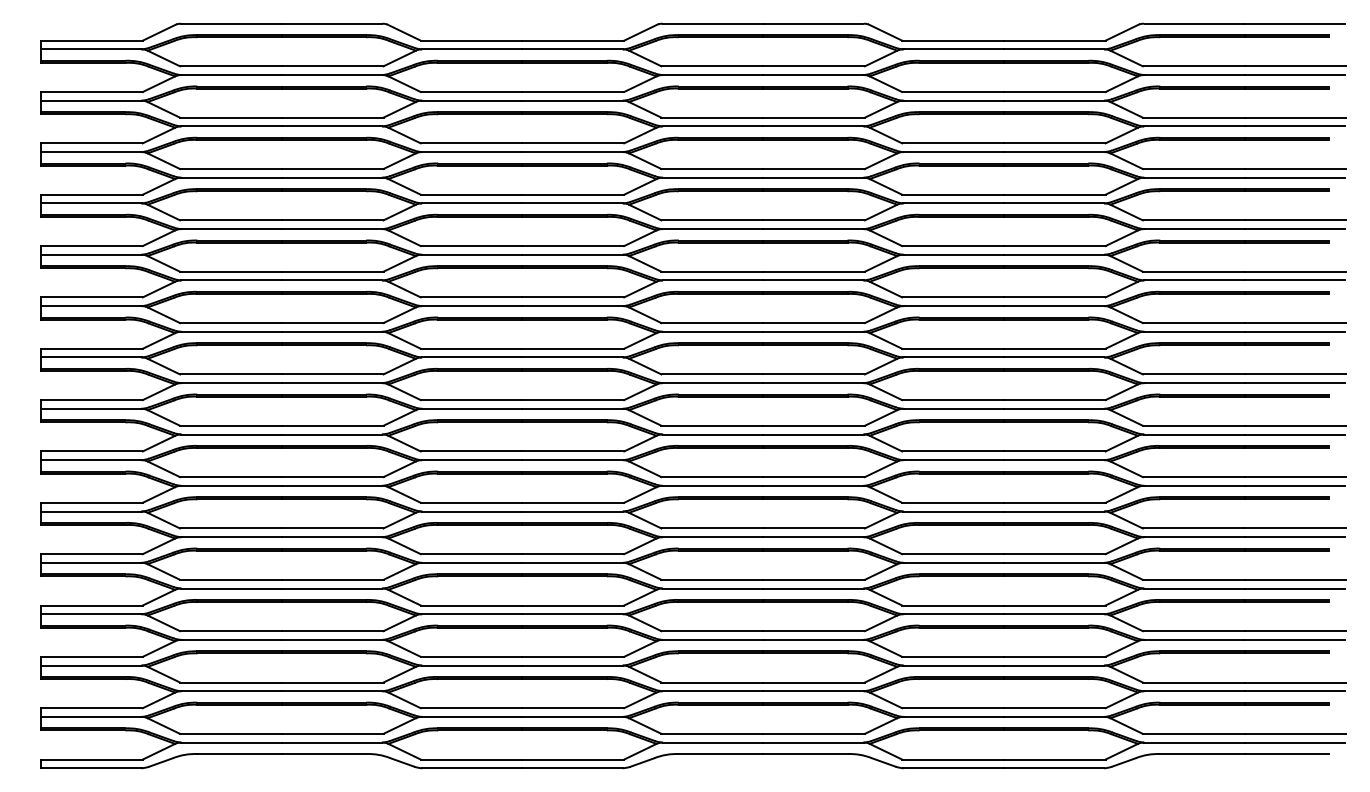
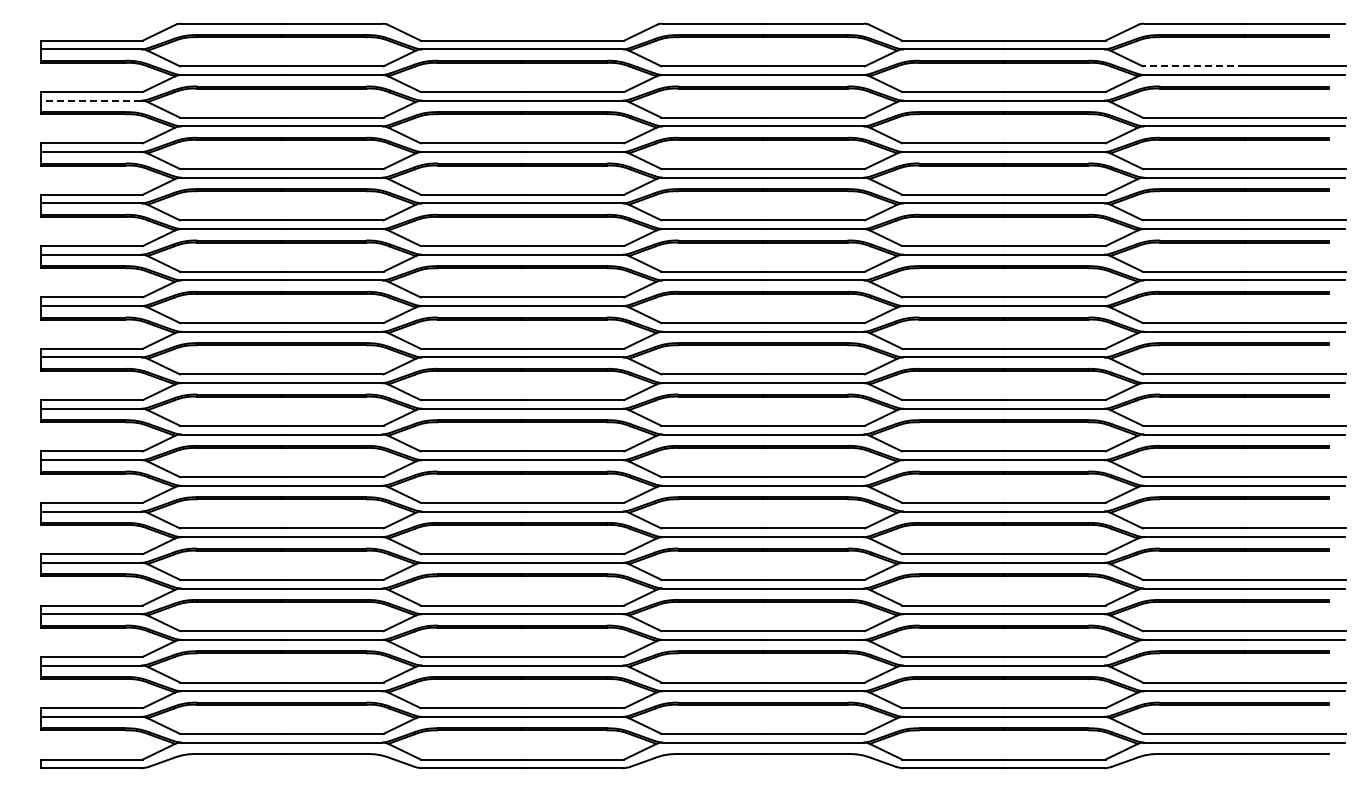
line at (1193, 66): solid -> dashed
line at (90, 100): solid -> dashed
